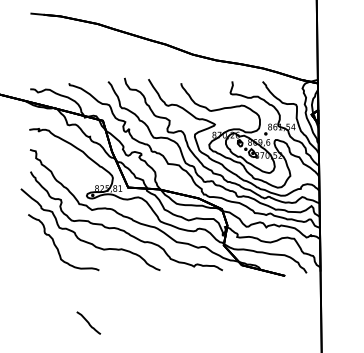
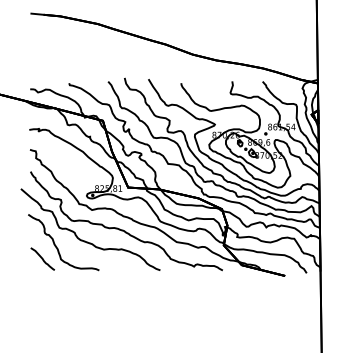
curve at (88, 322) position: (88, 322) -> (42, 258)
